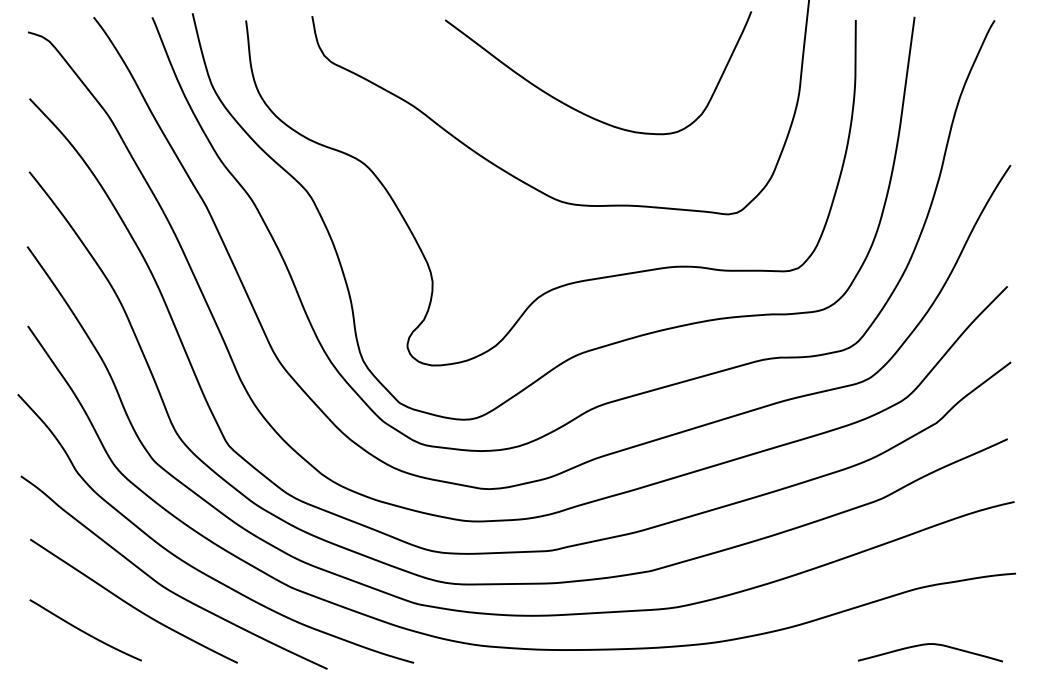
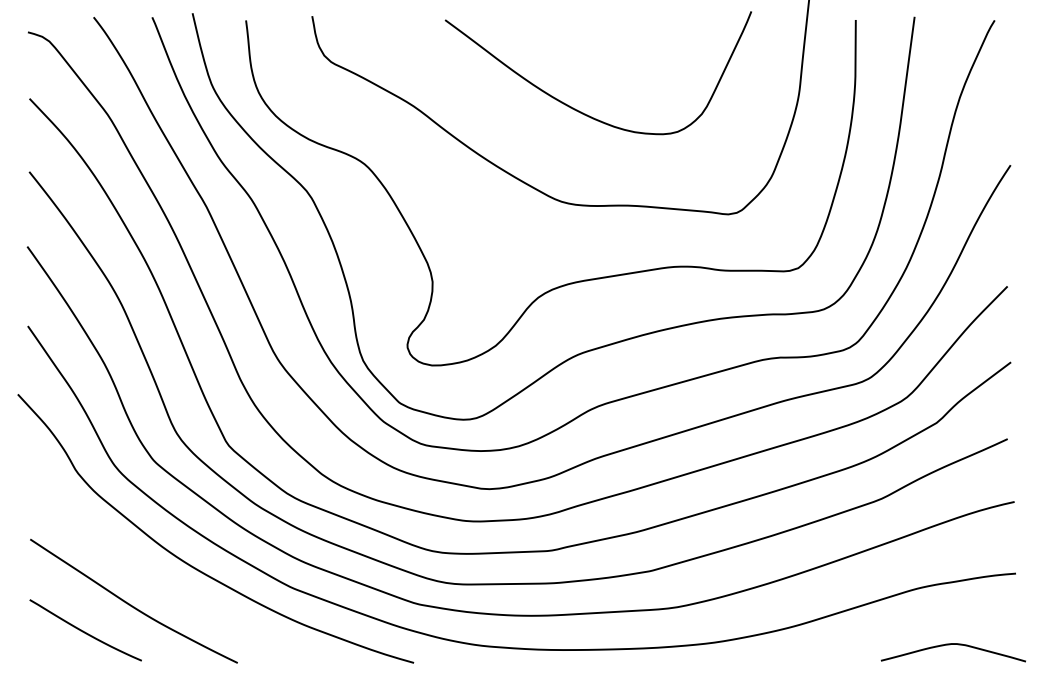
curve at (163, 585): present -> none
curve at (927, 645) position: (927, 645) -> (950, 645)
